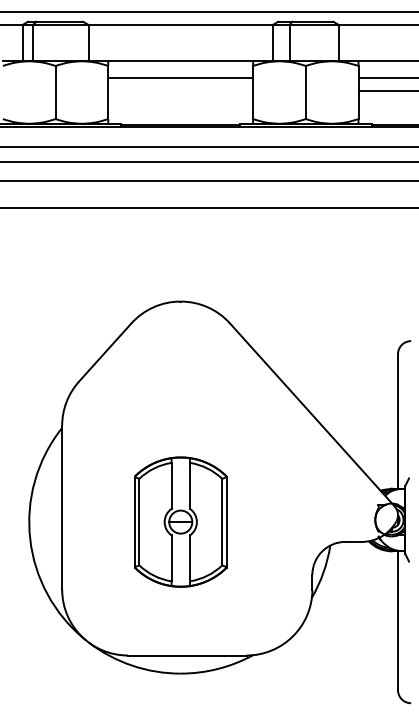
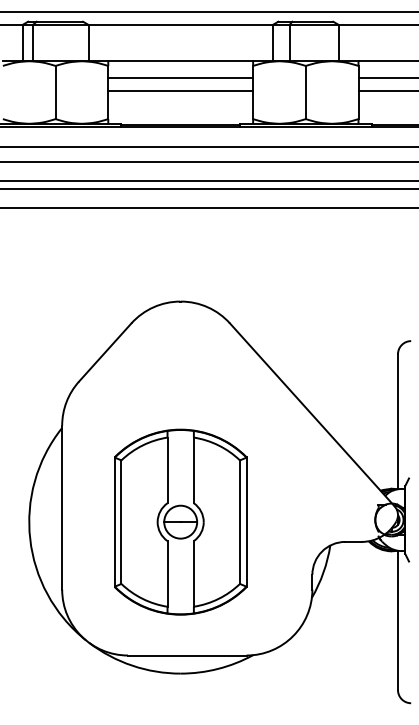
line at (180, 91): none -> present
line at (208, 189): none -> present
part at (180, 521) size: 94x132 px -> 134x188 px
